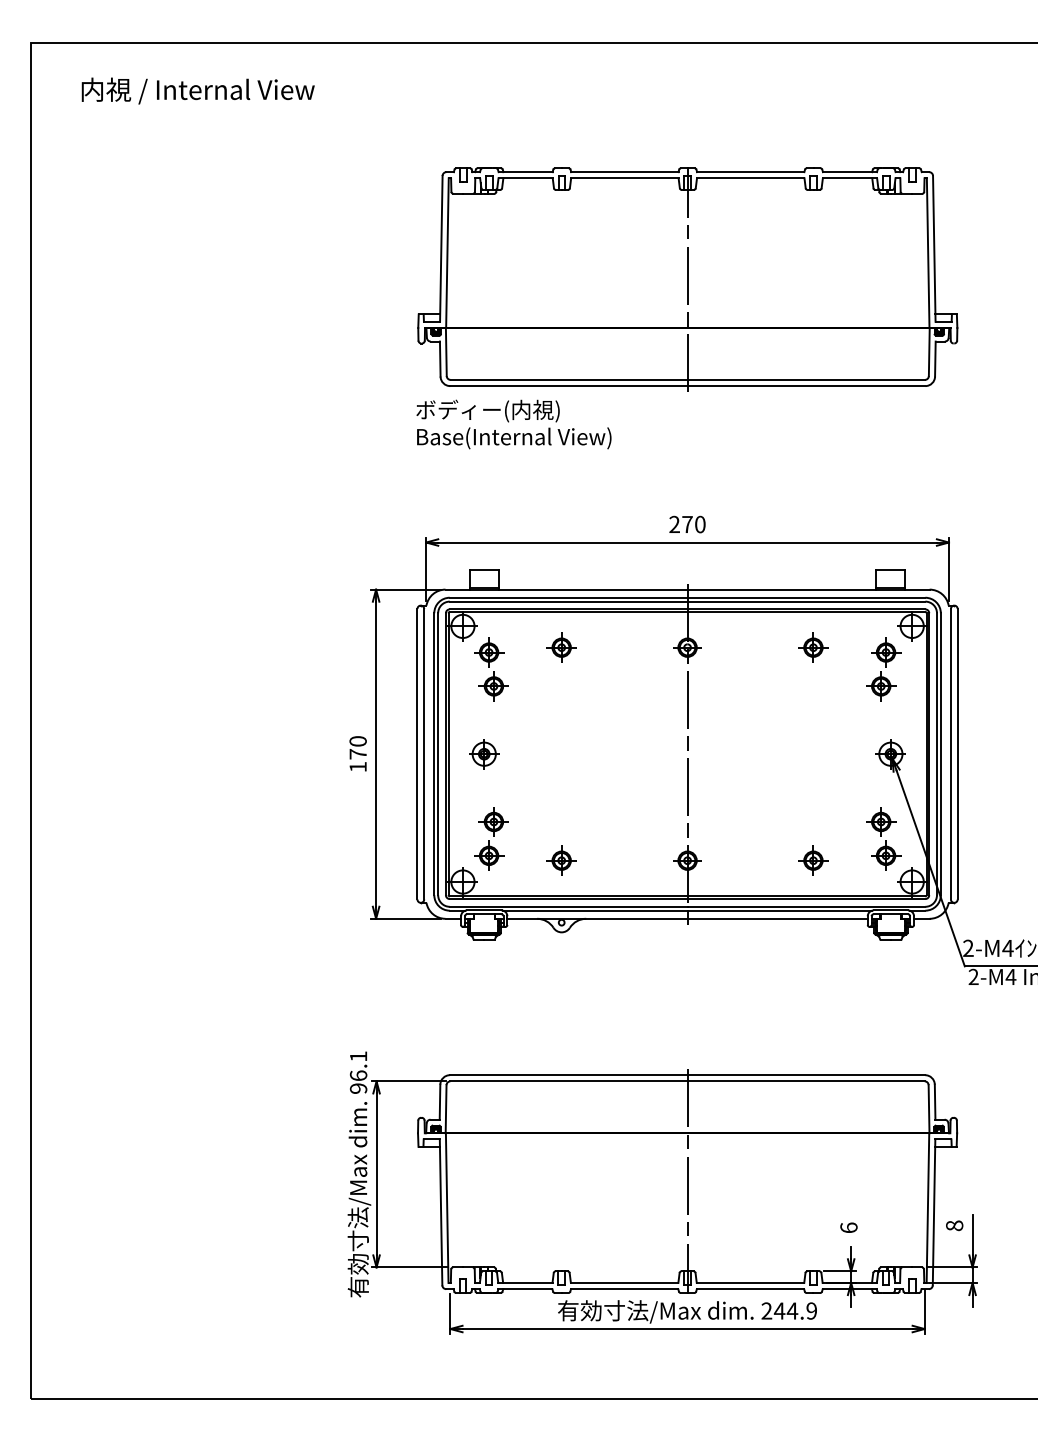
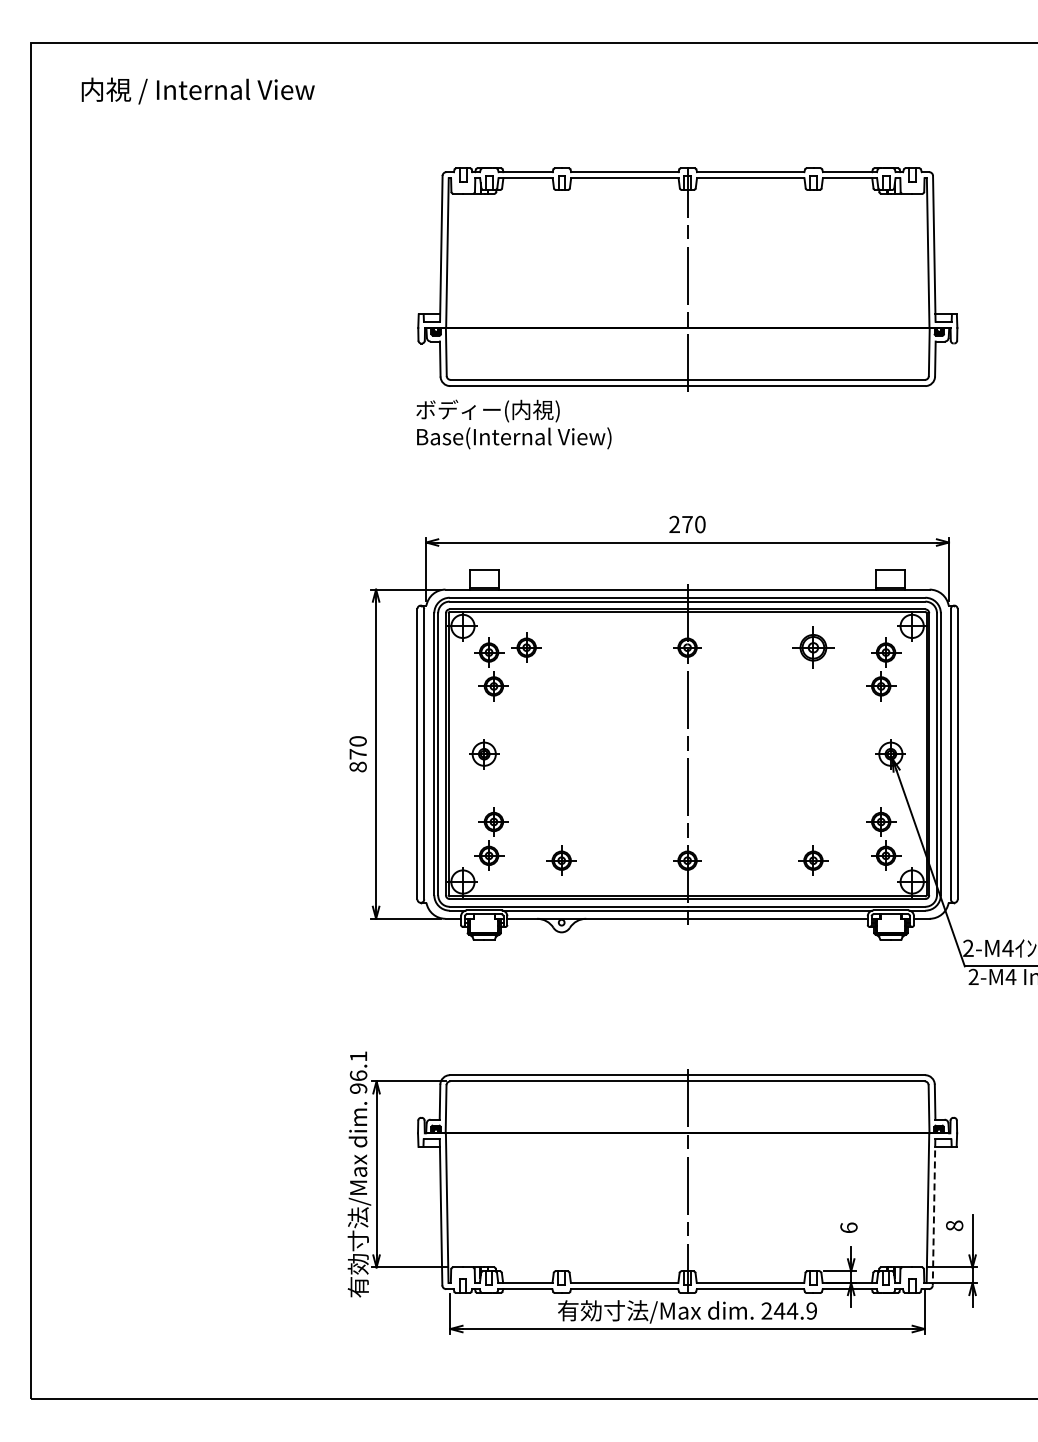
part at (561, 647) position: (561, 647) -> (526, 647)
part at (813, 647) size: 31x31 px -> 43x43 px
text at (357, 766): 170 -> 870
line at (934, 1212): solid -> dashed
